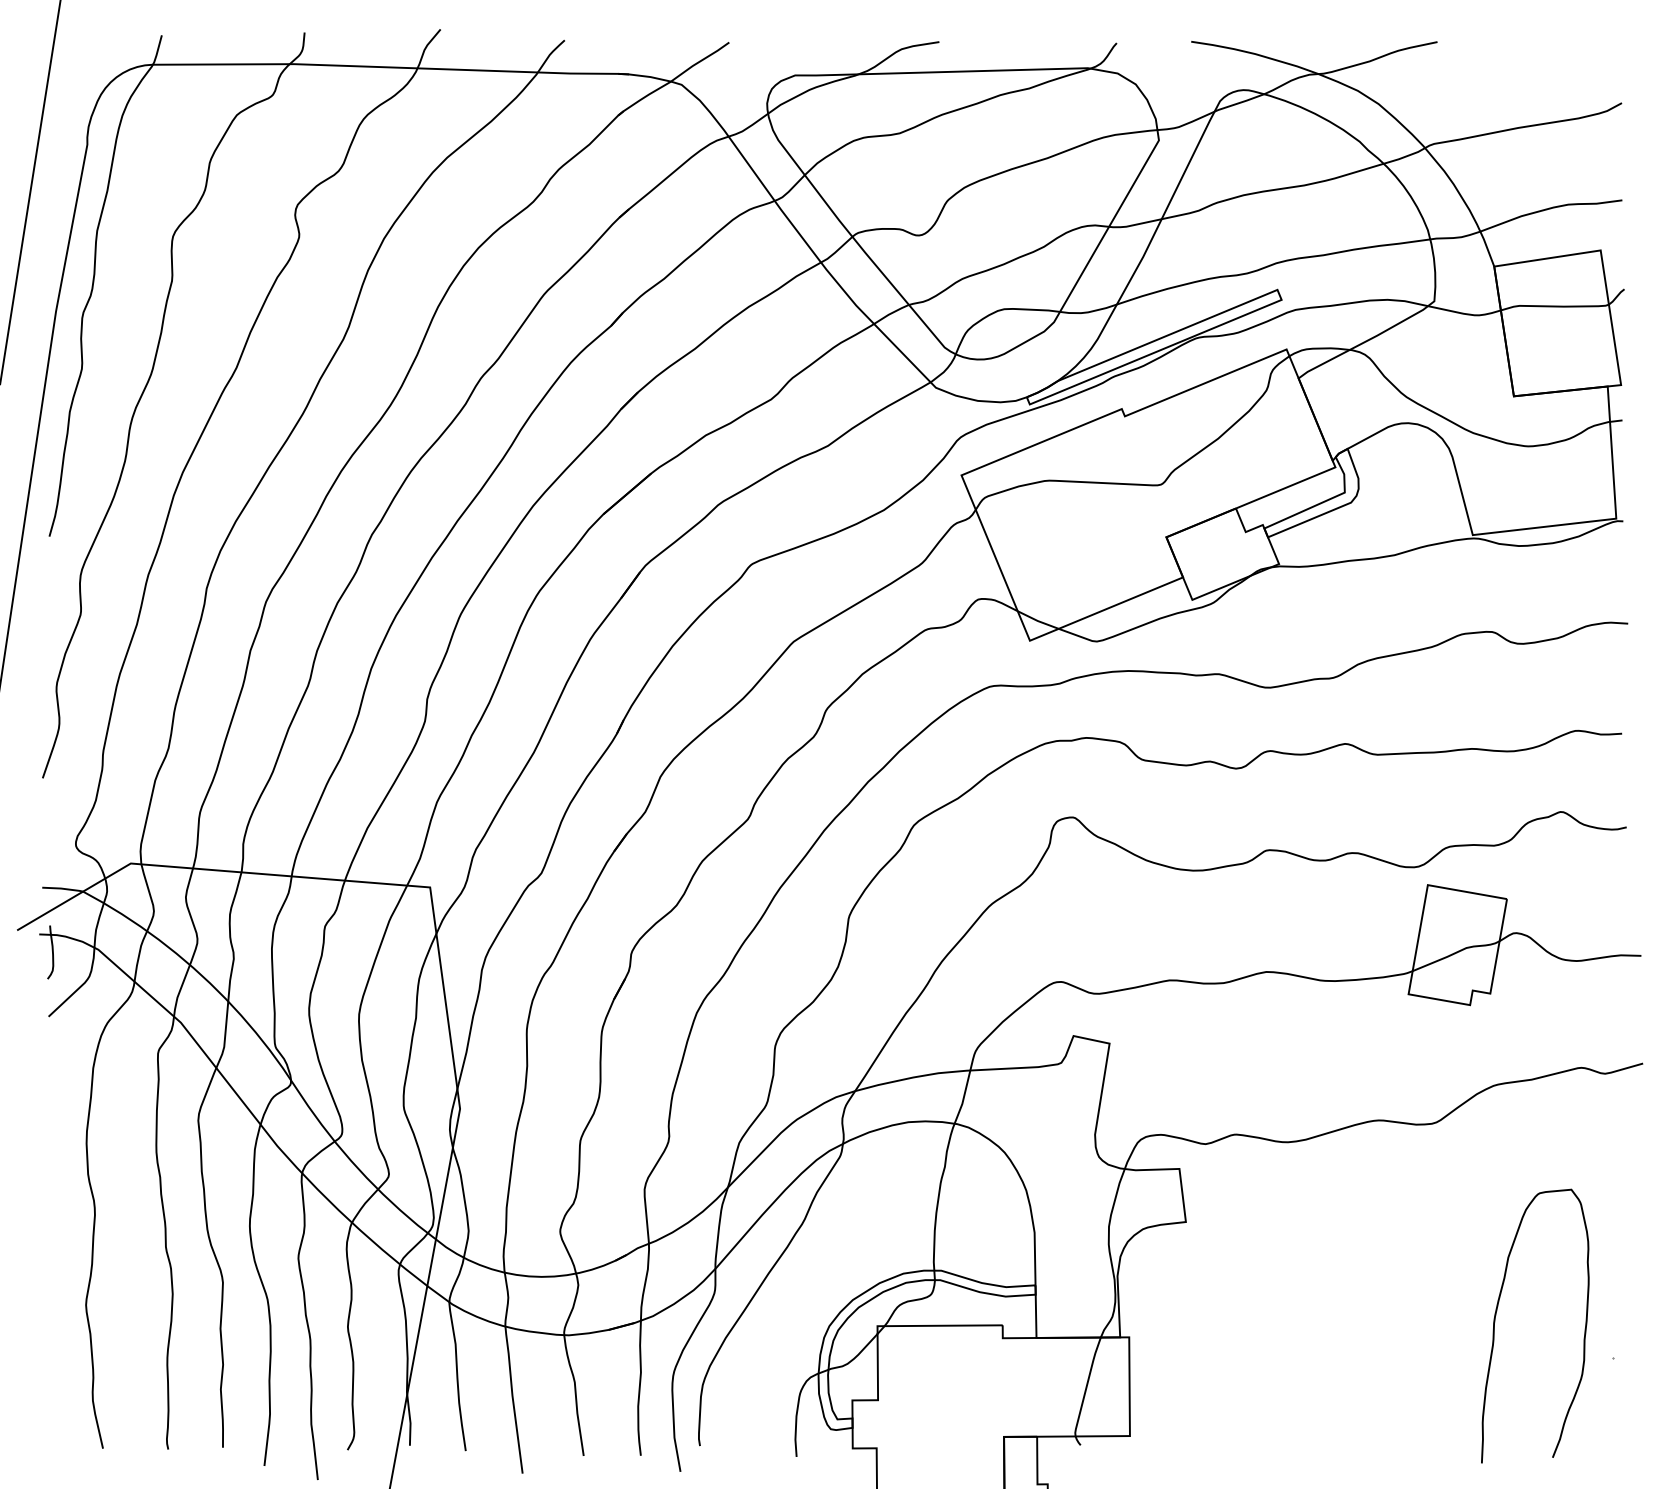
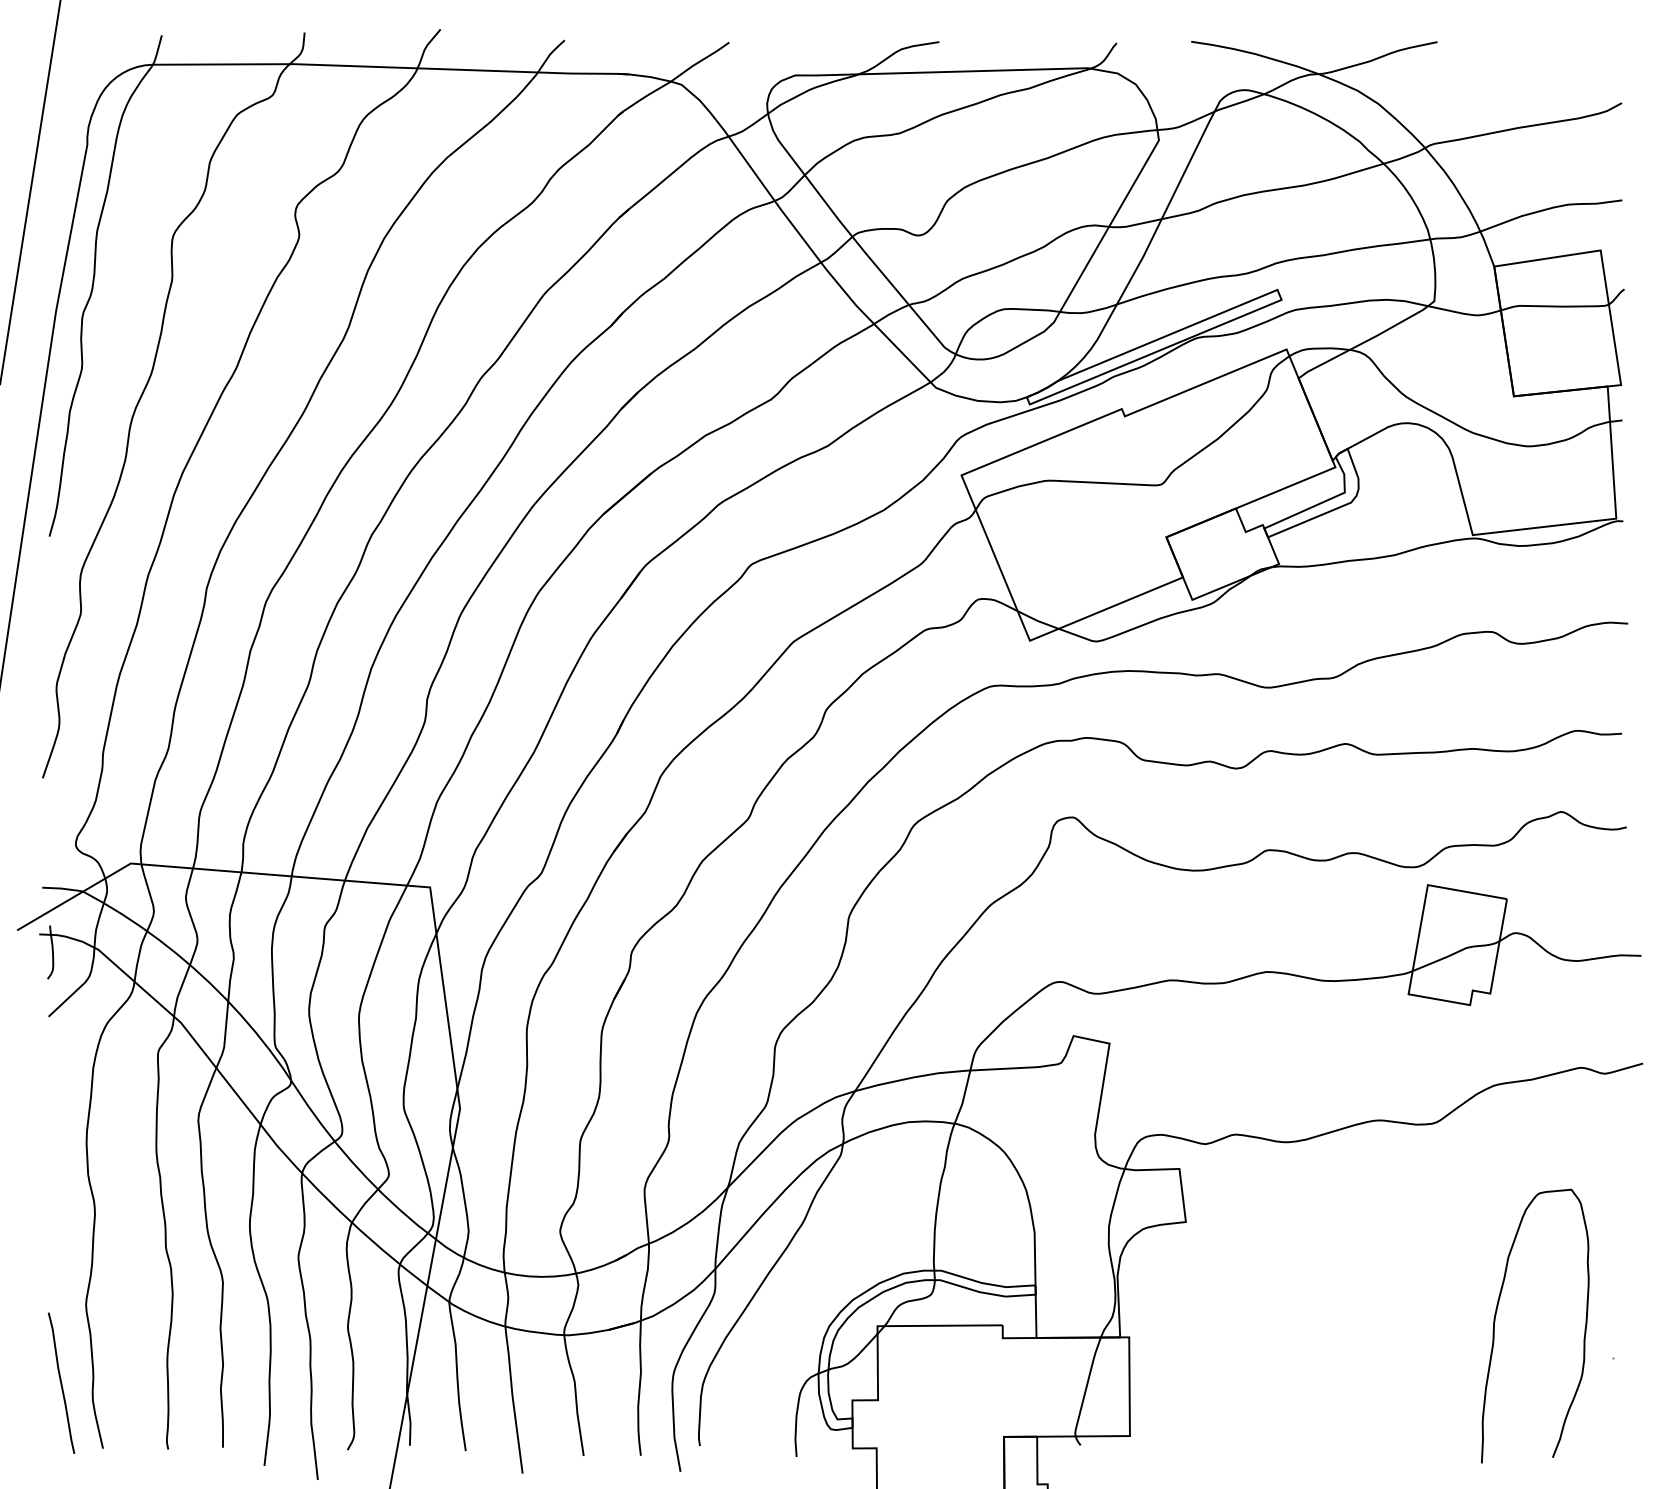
curve at (61, 1382): none -> present
